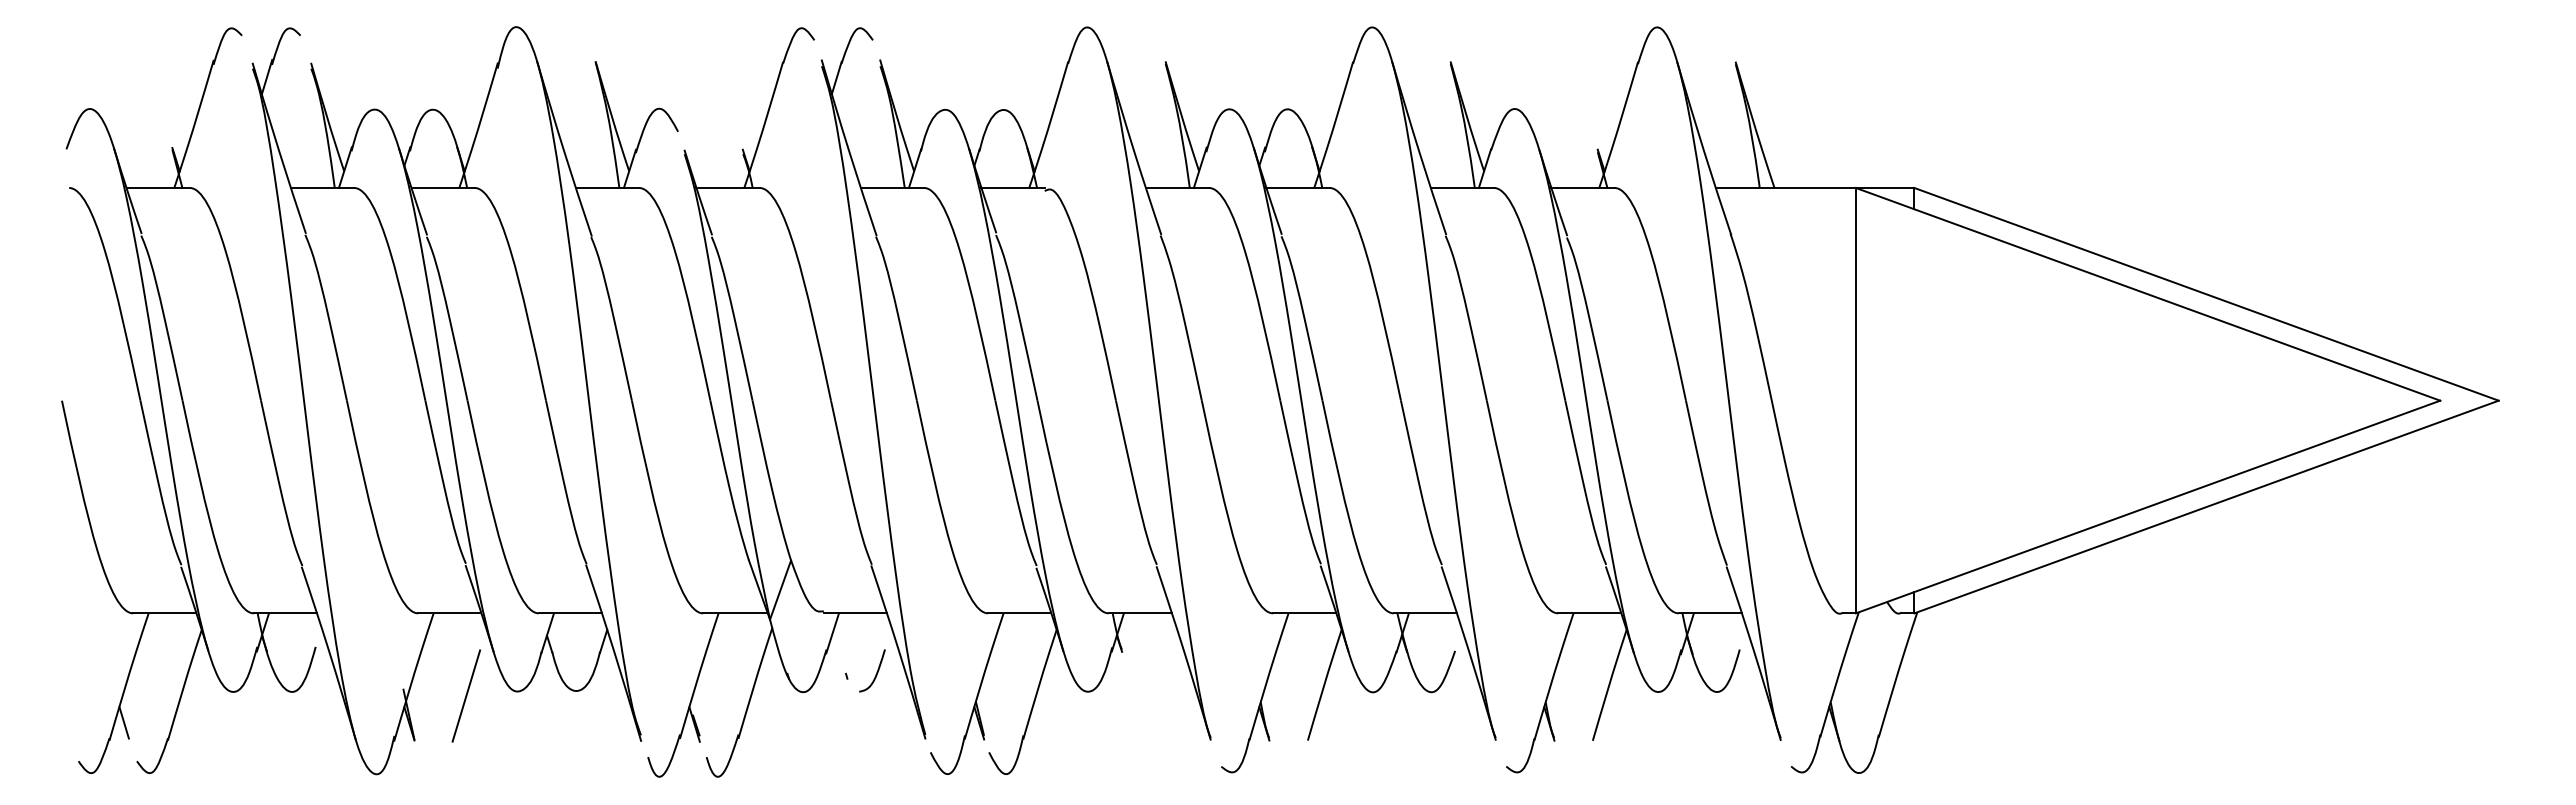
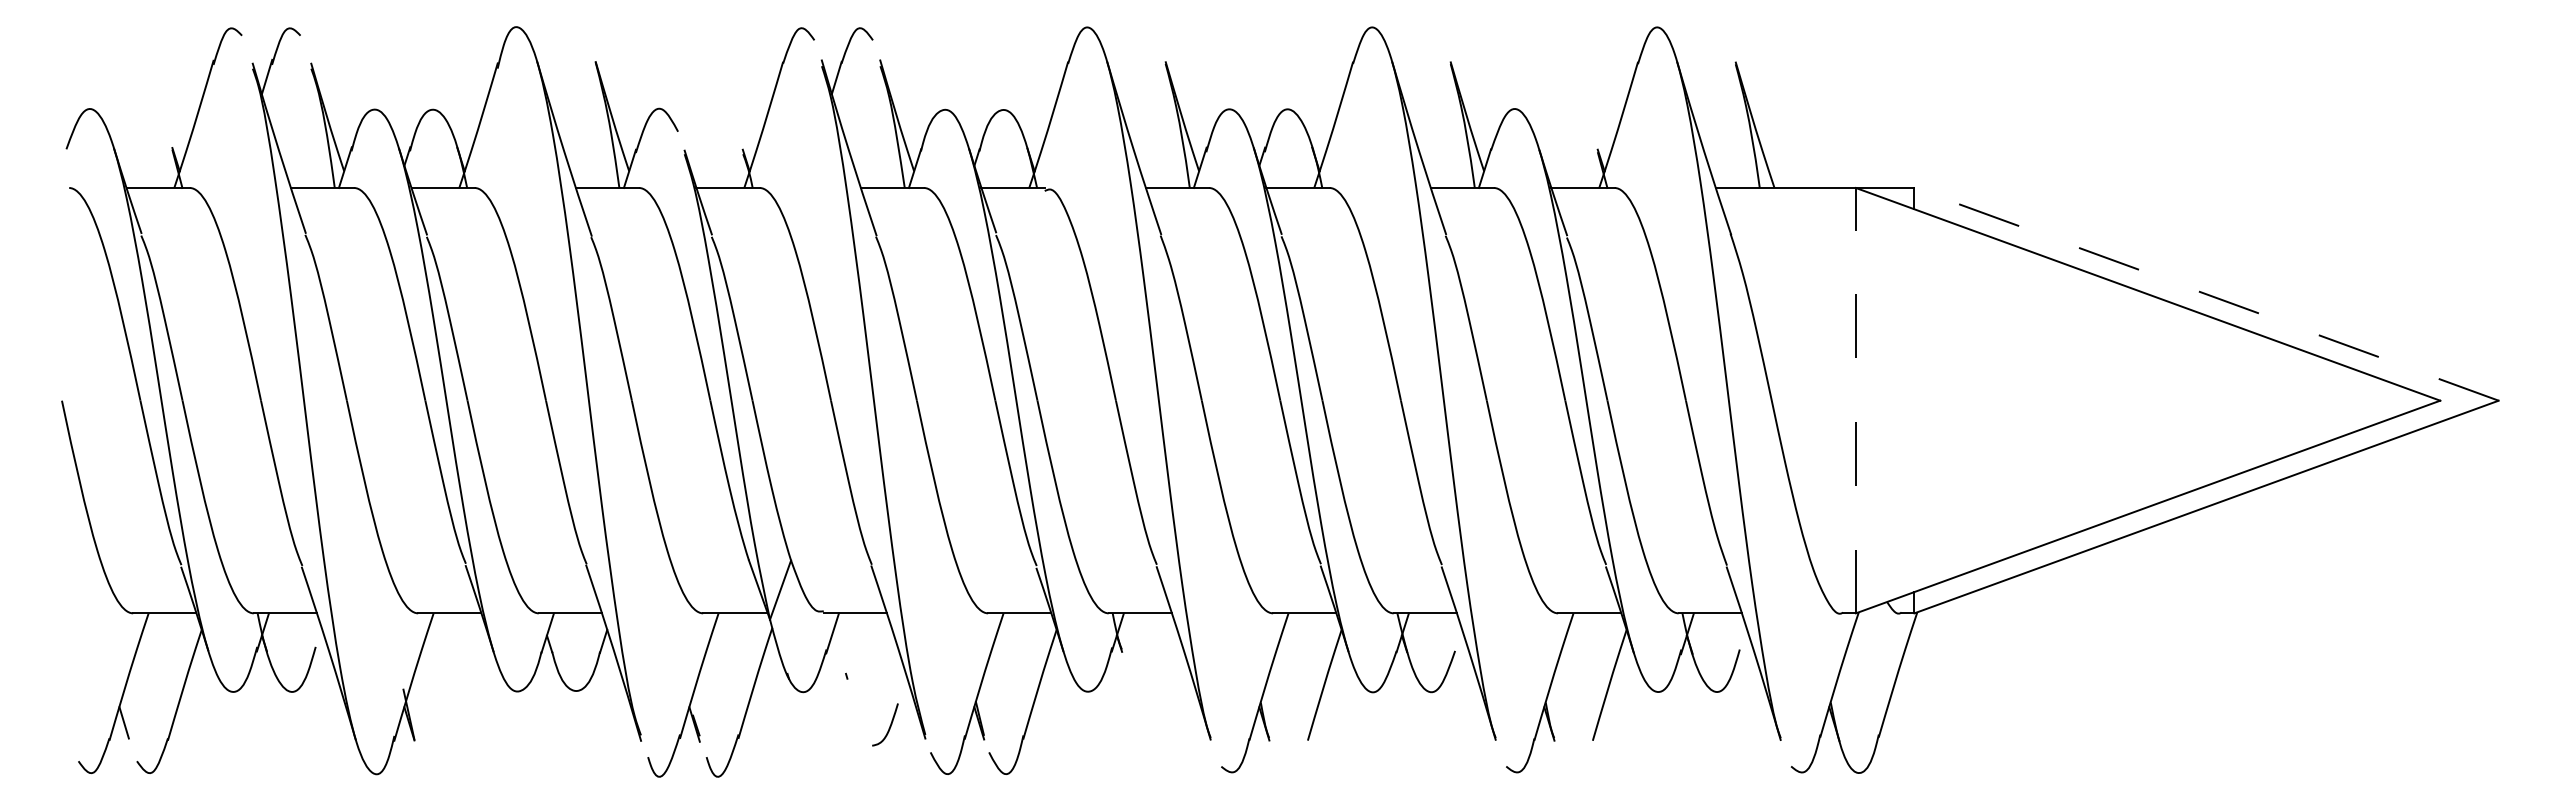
line at (2206, 294): solid -> dashed
line at (1855, 400): solid -> dashed
curve at (876, 671) position: (876, 671) -> (889, 725)
line at (466, 695): present -> none
